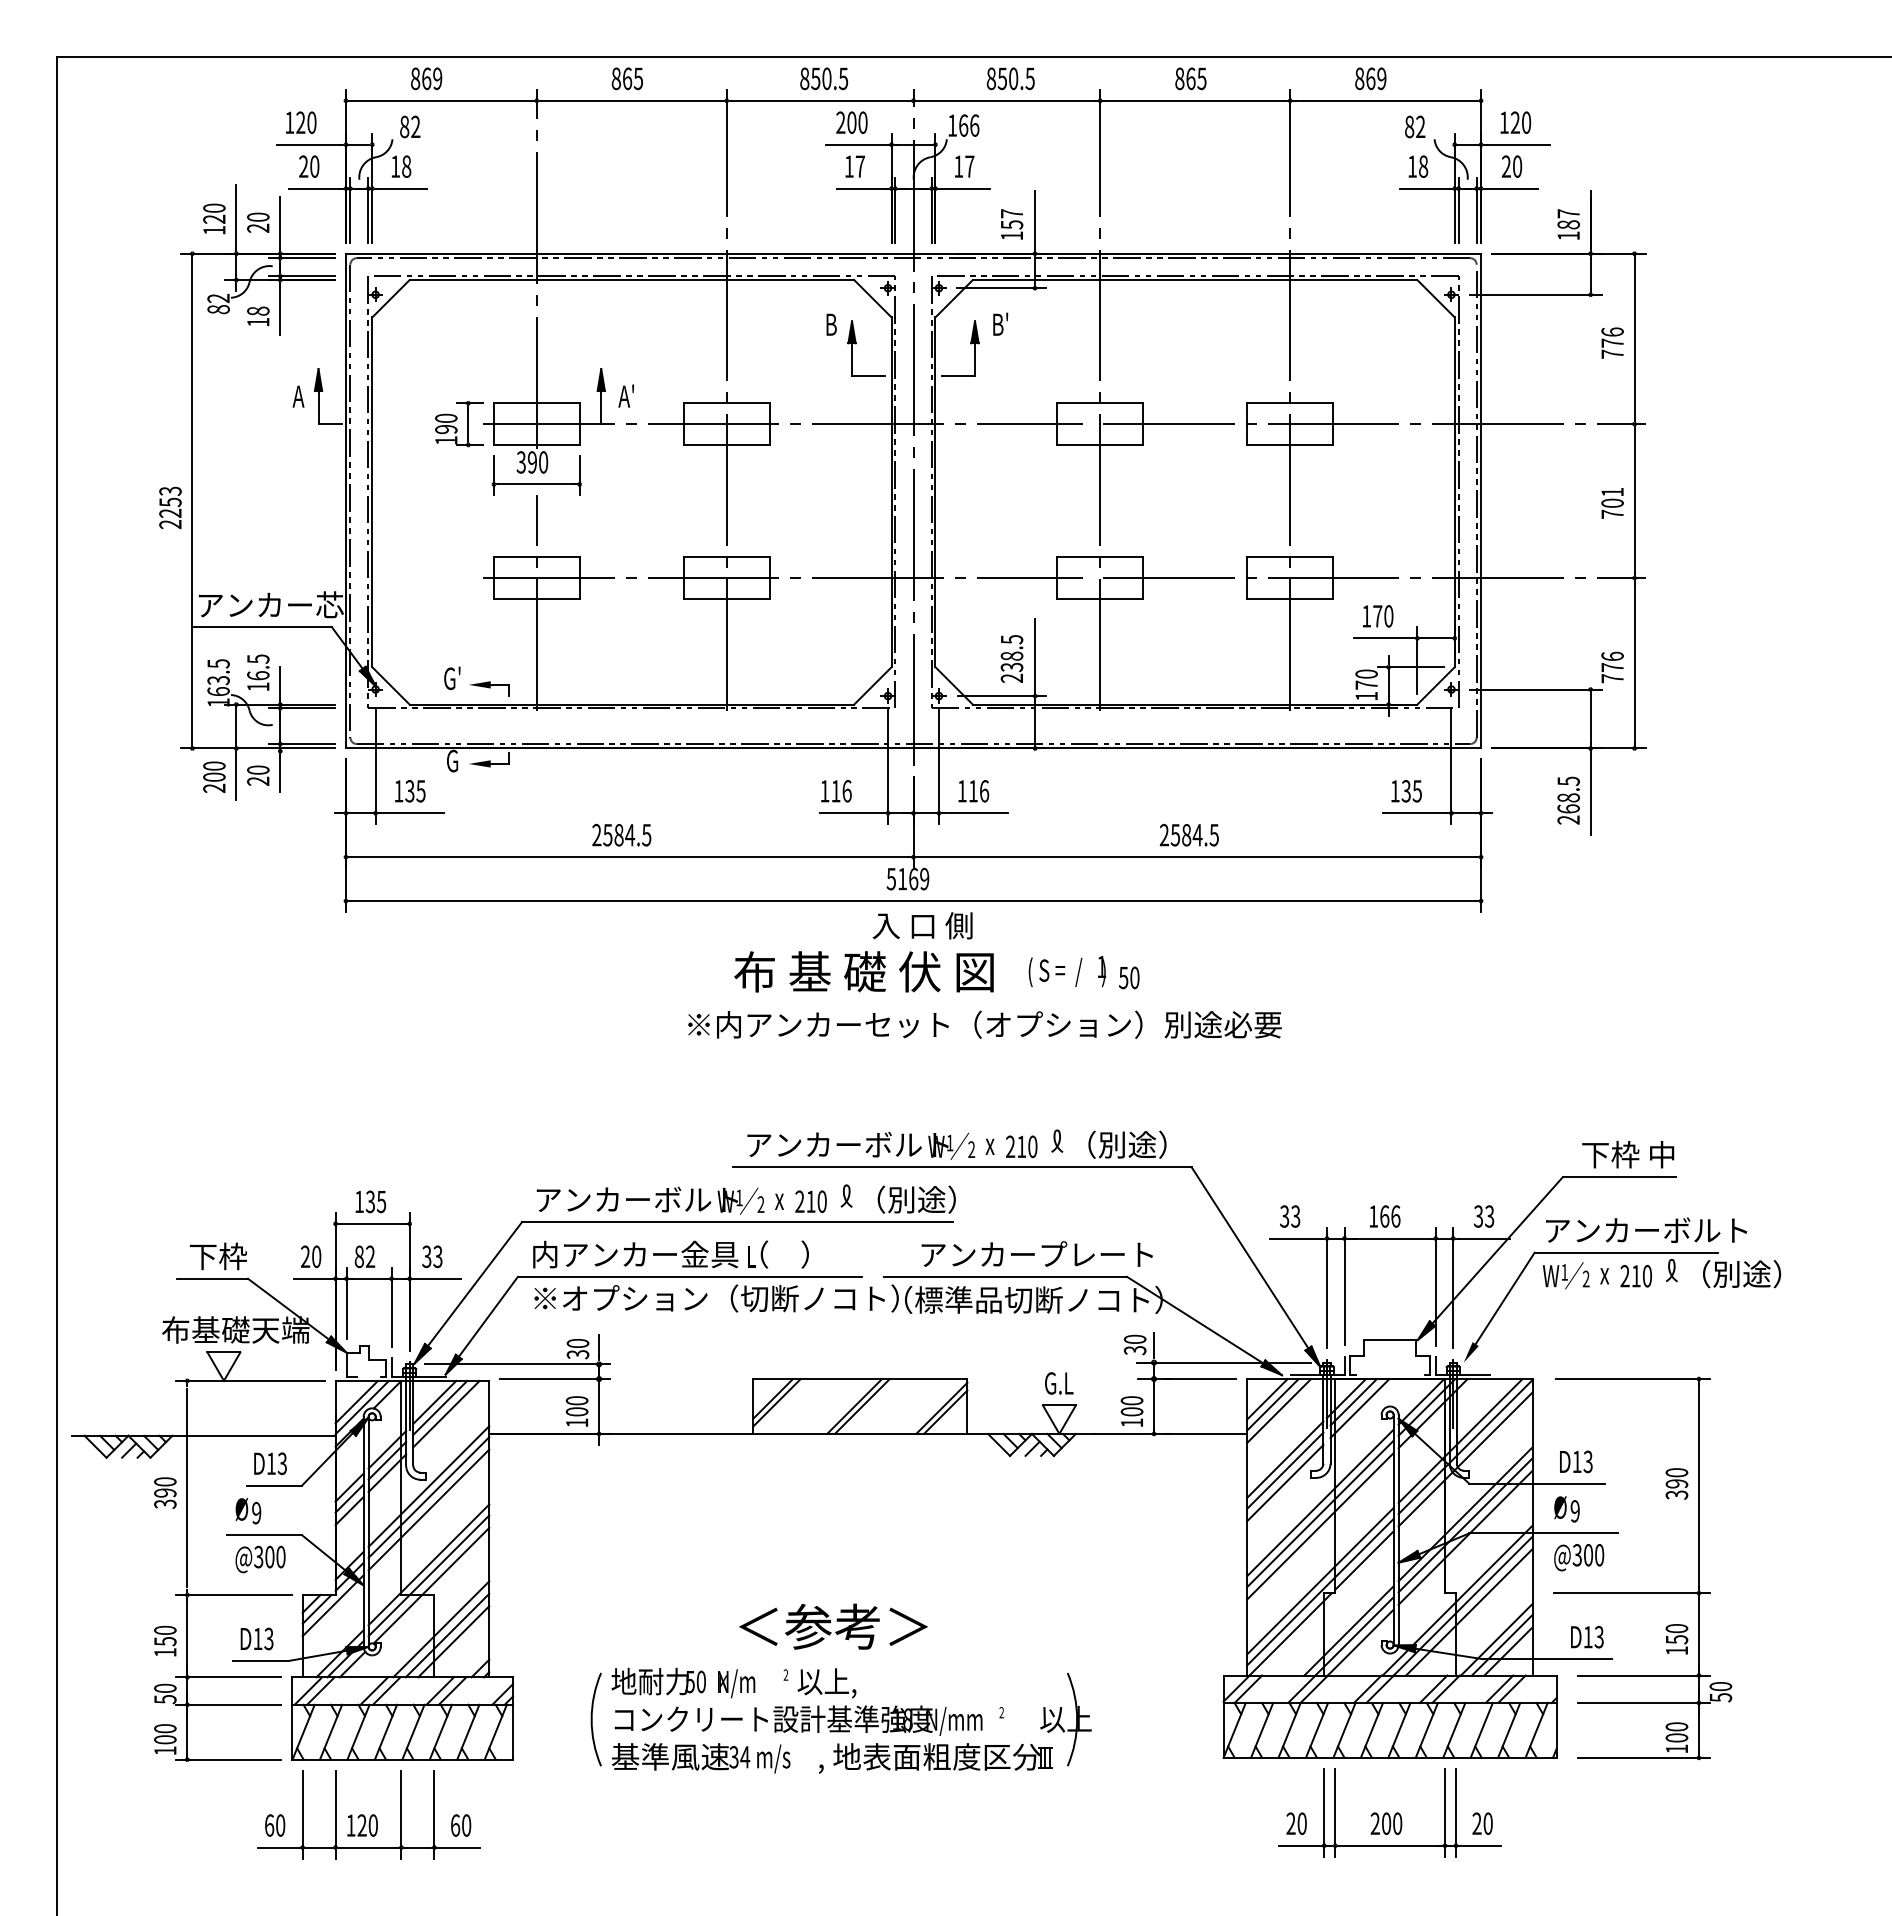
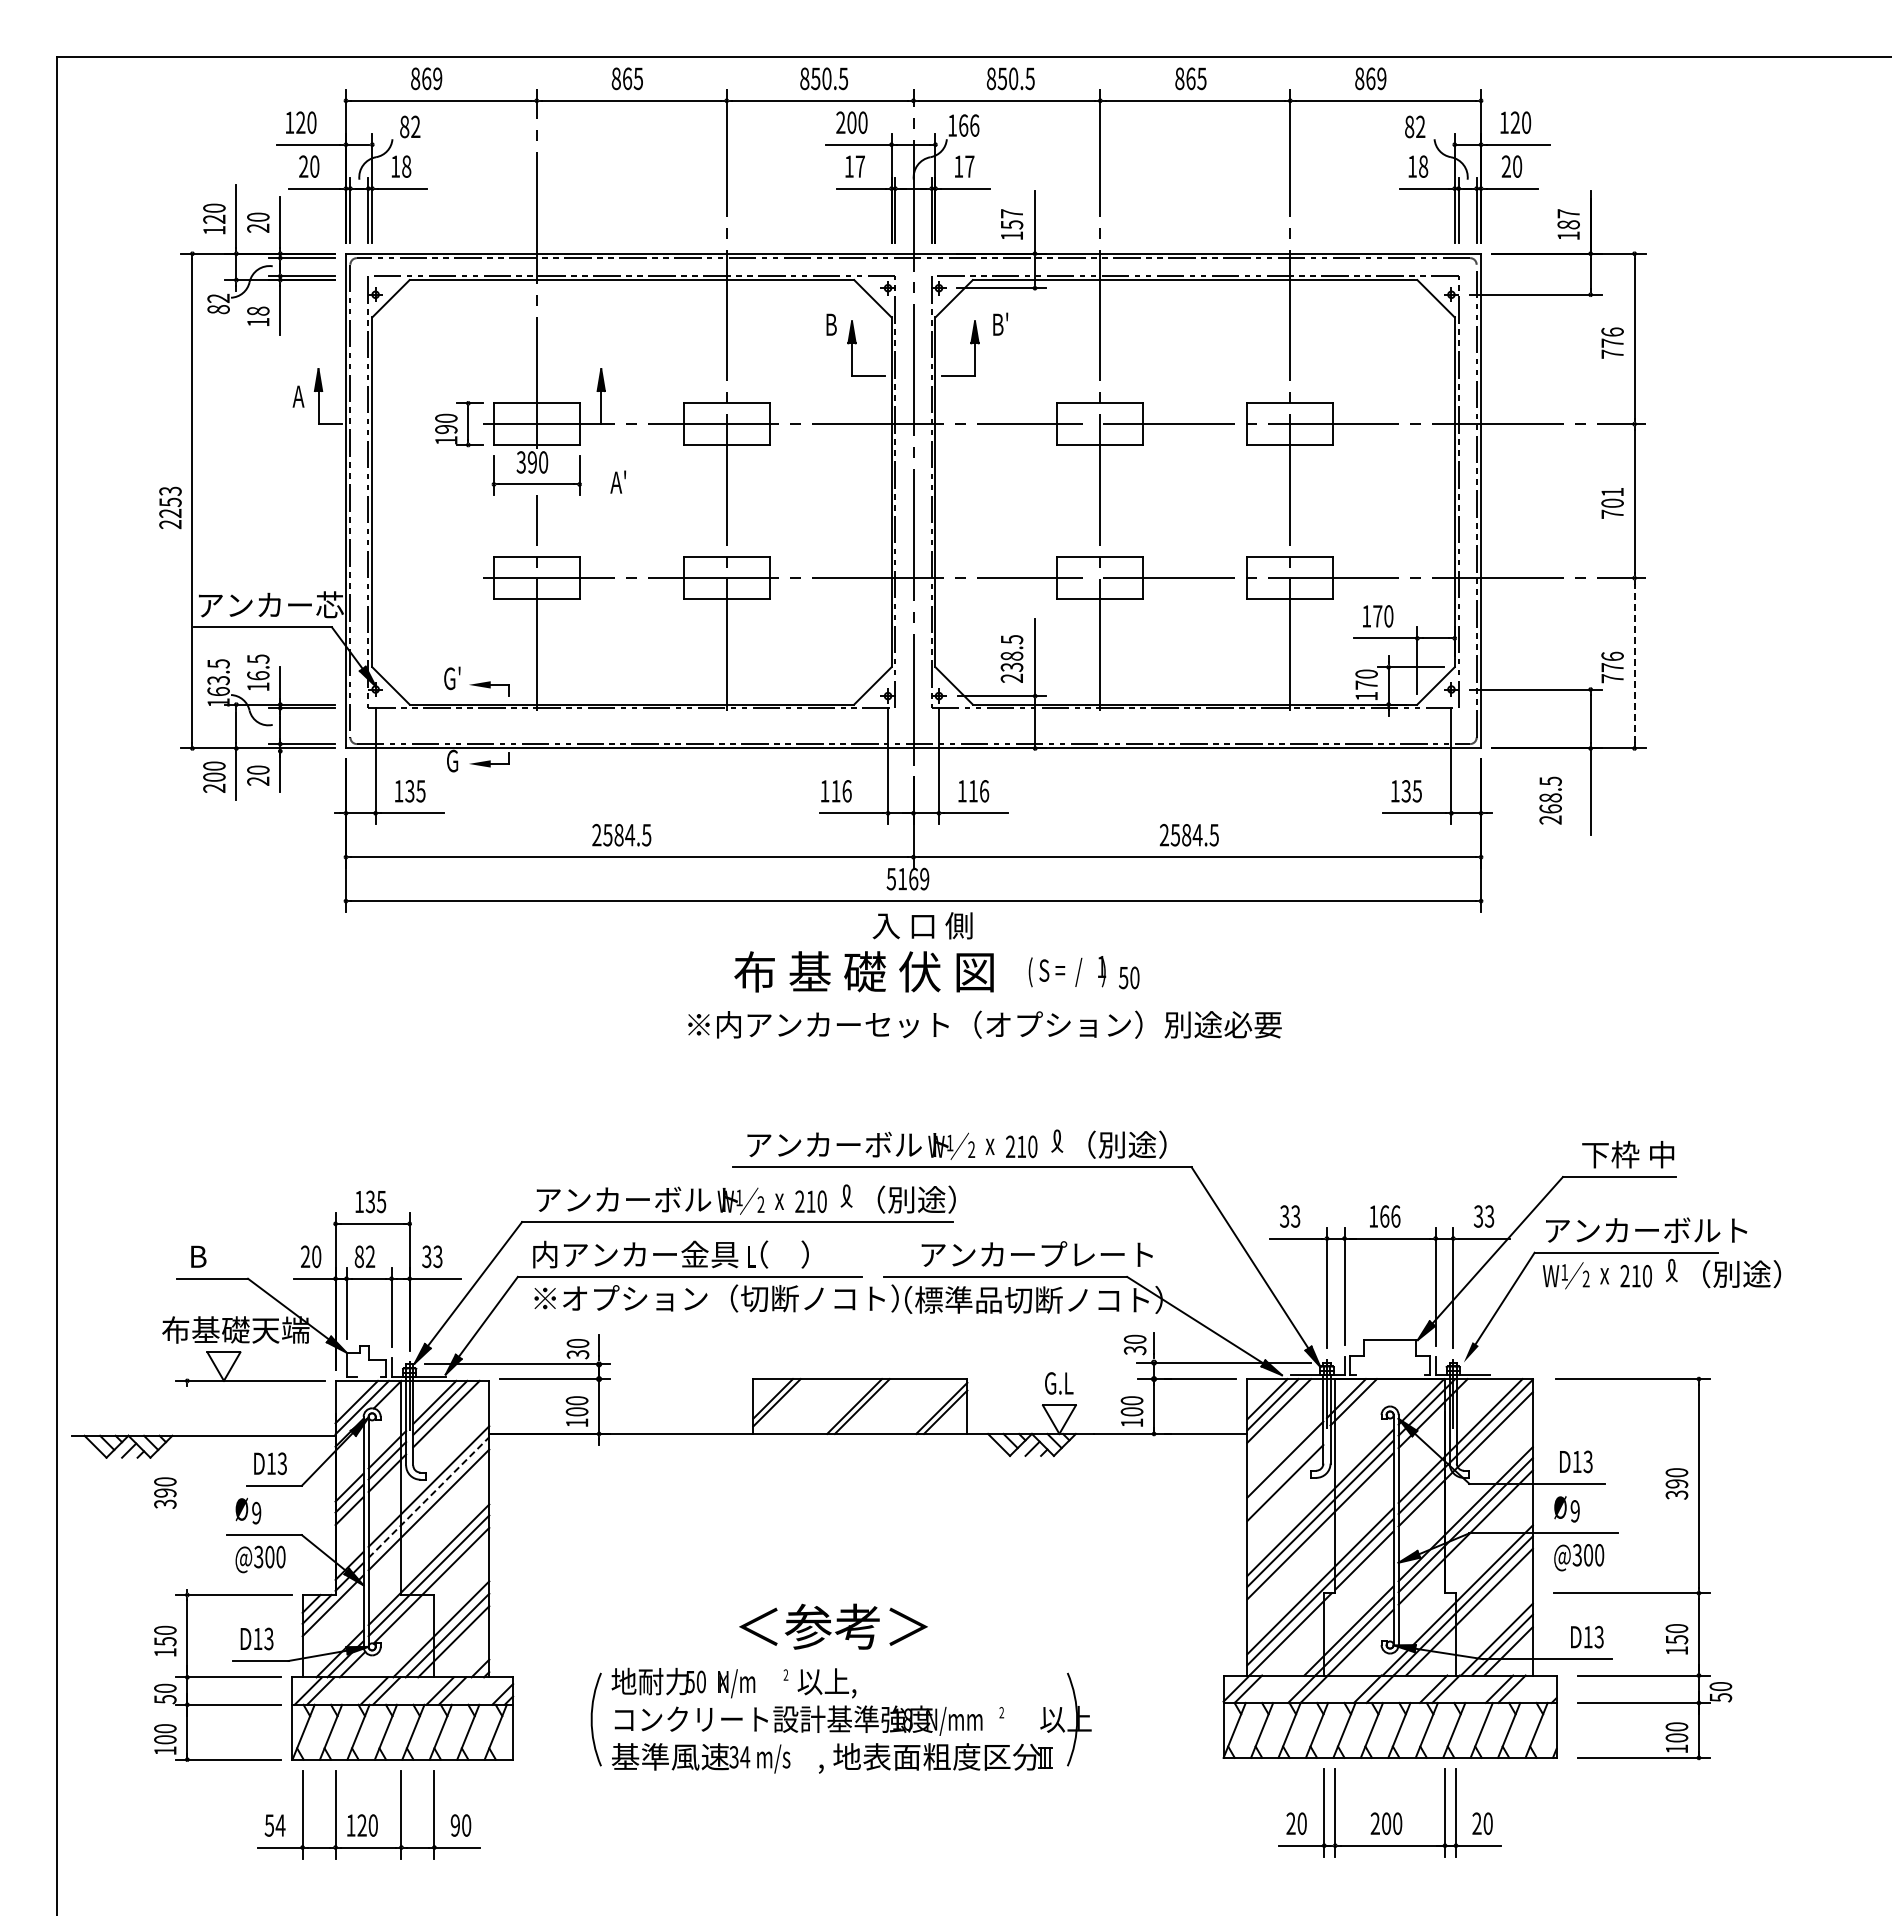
text at (625, 395) position: (625, 395) -> (617, 481)
line at (1634, 663): solid -> dashed
text at (1568, 800) position: (1568, 800) -> (1550, 800)
text at (217, 1256): 下枠 -> B
line at (1359, 1408): present -> none
line at (1285, 1470): present -> none
line at (187, 1487): present -> none
line at (429, 1497): solid -> dashed
text at (274, 1825): 60 -> 54
text at (455, 1825): 60 -> 90
